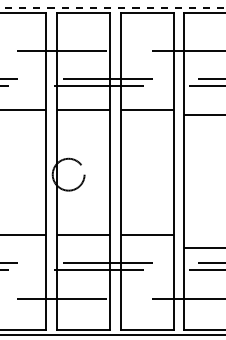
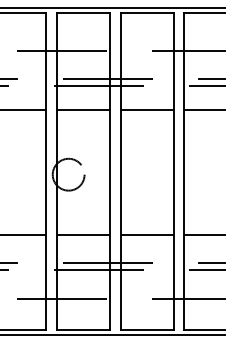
line at (113, 8): dashed -> solid
line at (203, 115) position: (203, 115) -> (203, 110)
line at (203, 248) position: (203, 248) -> (203, 235)
